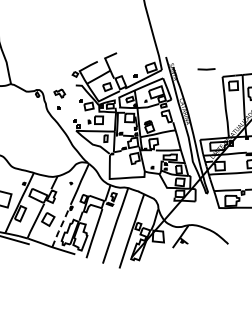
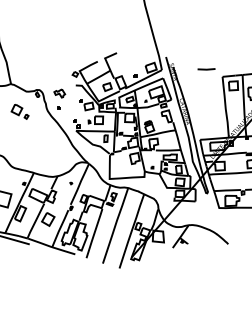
part at (19, 111): none -> present
line at (60, 228): dashed -> solid
